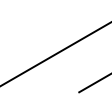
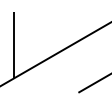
line at (14, 45): none -> present
